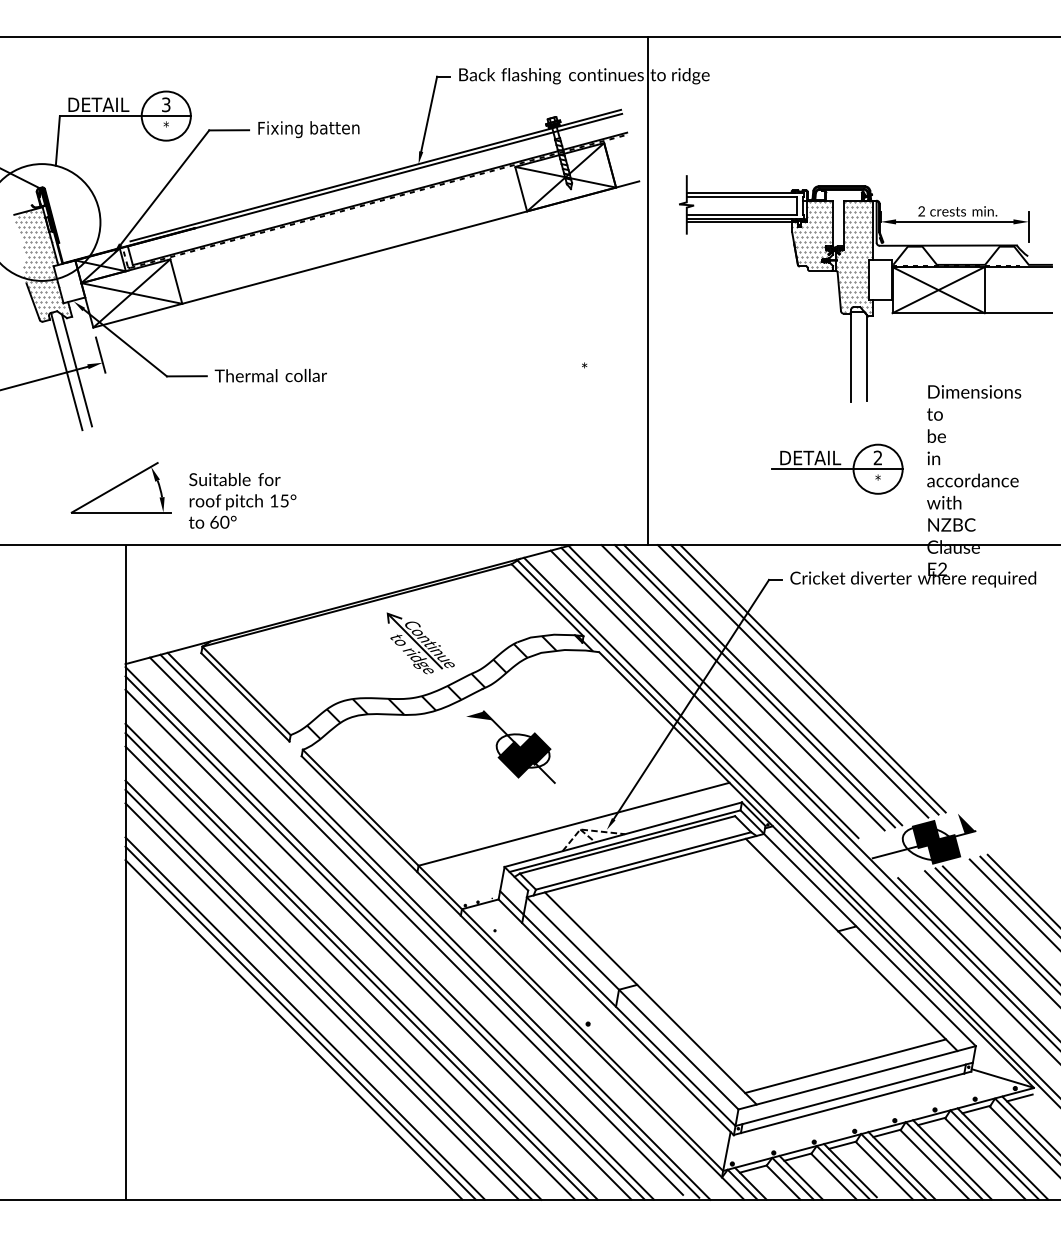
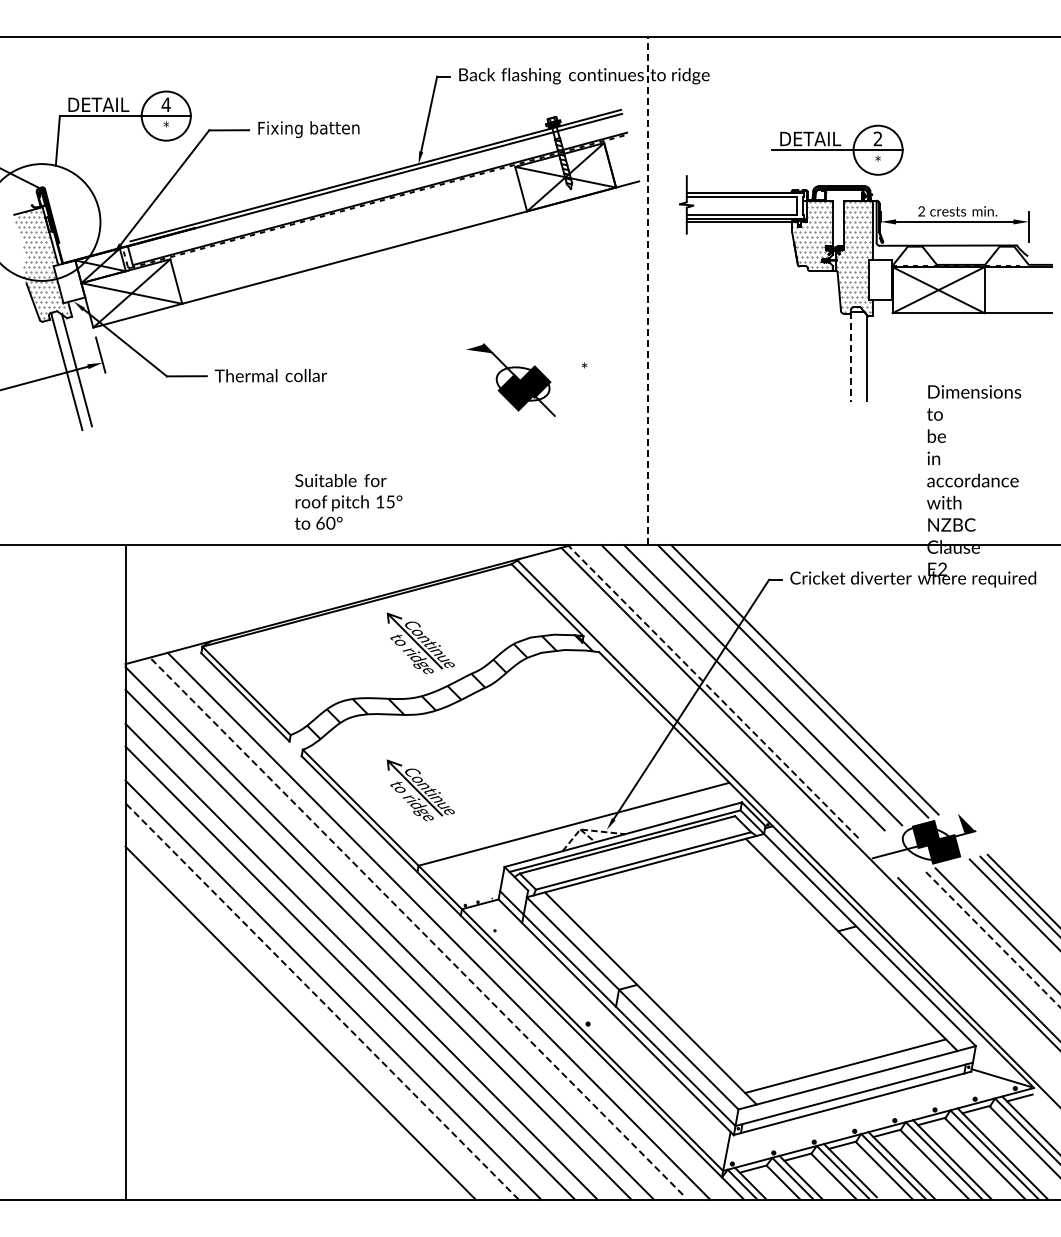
text at (165, 104): 3 -> 4
line at (647, 290): solid -> dashed
line at (851, 356): solid -> dashed
part at (837, 468) position: (837, 468) -> (837, 149)
part at (120, 487): present -> none
text at (242, 500) position: (242, 500) -> (348, 501)
line at (812, 678): present -> none
line at (754, 686): present -> none
line at (713, 692): solid -> dashed
part at (510, 746) position: (510, 746) -> (510, 379)
part at (420, 790): none -> present
line at (803, 805): present -> none
line at (790, 826): present -> none
line at (999, 924): present -> none
line at (416, 925): solid -> dashed
line at (429, 925): present -> none
line at (384, 937): present -> none
line at (992, 939): solid -> dashed
line at (356, 966): present -> none
line at (328, 994): present -> none
line at (321, 1001): solid -> dashed
line at (304, 1018): present -> none
line at (293, 1029): present -> none
